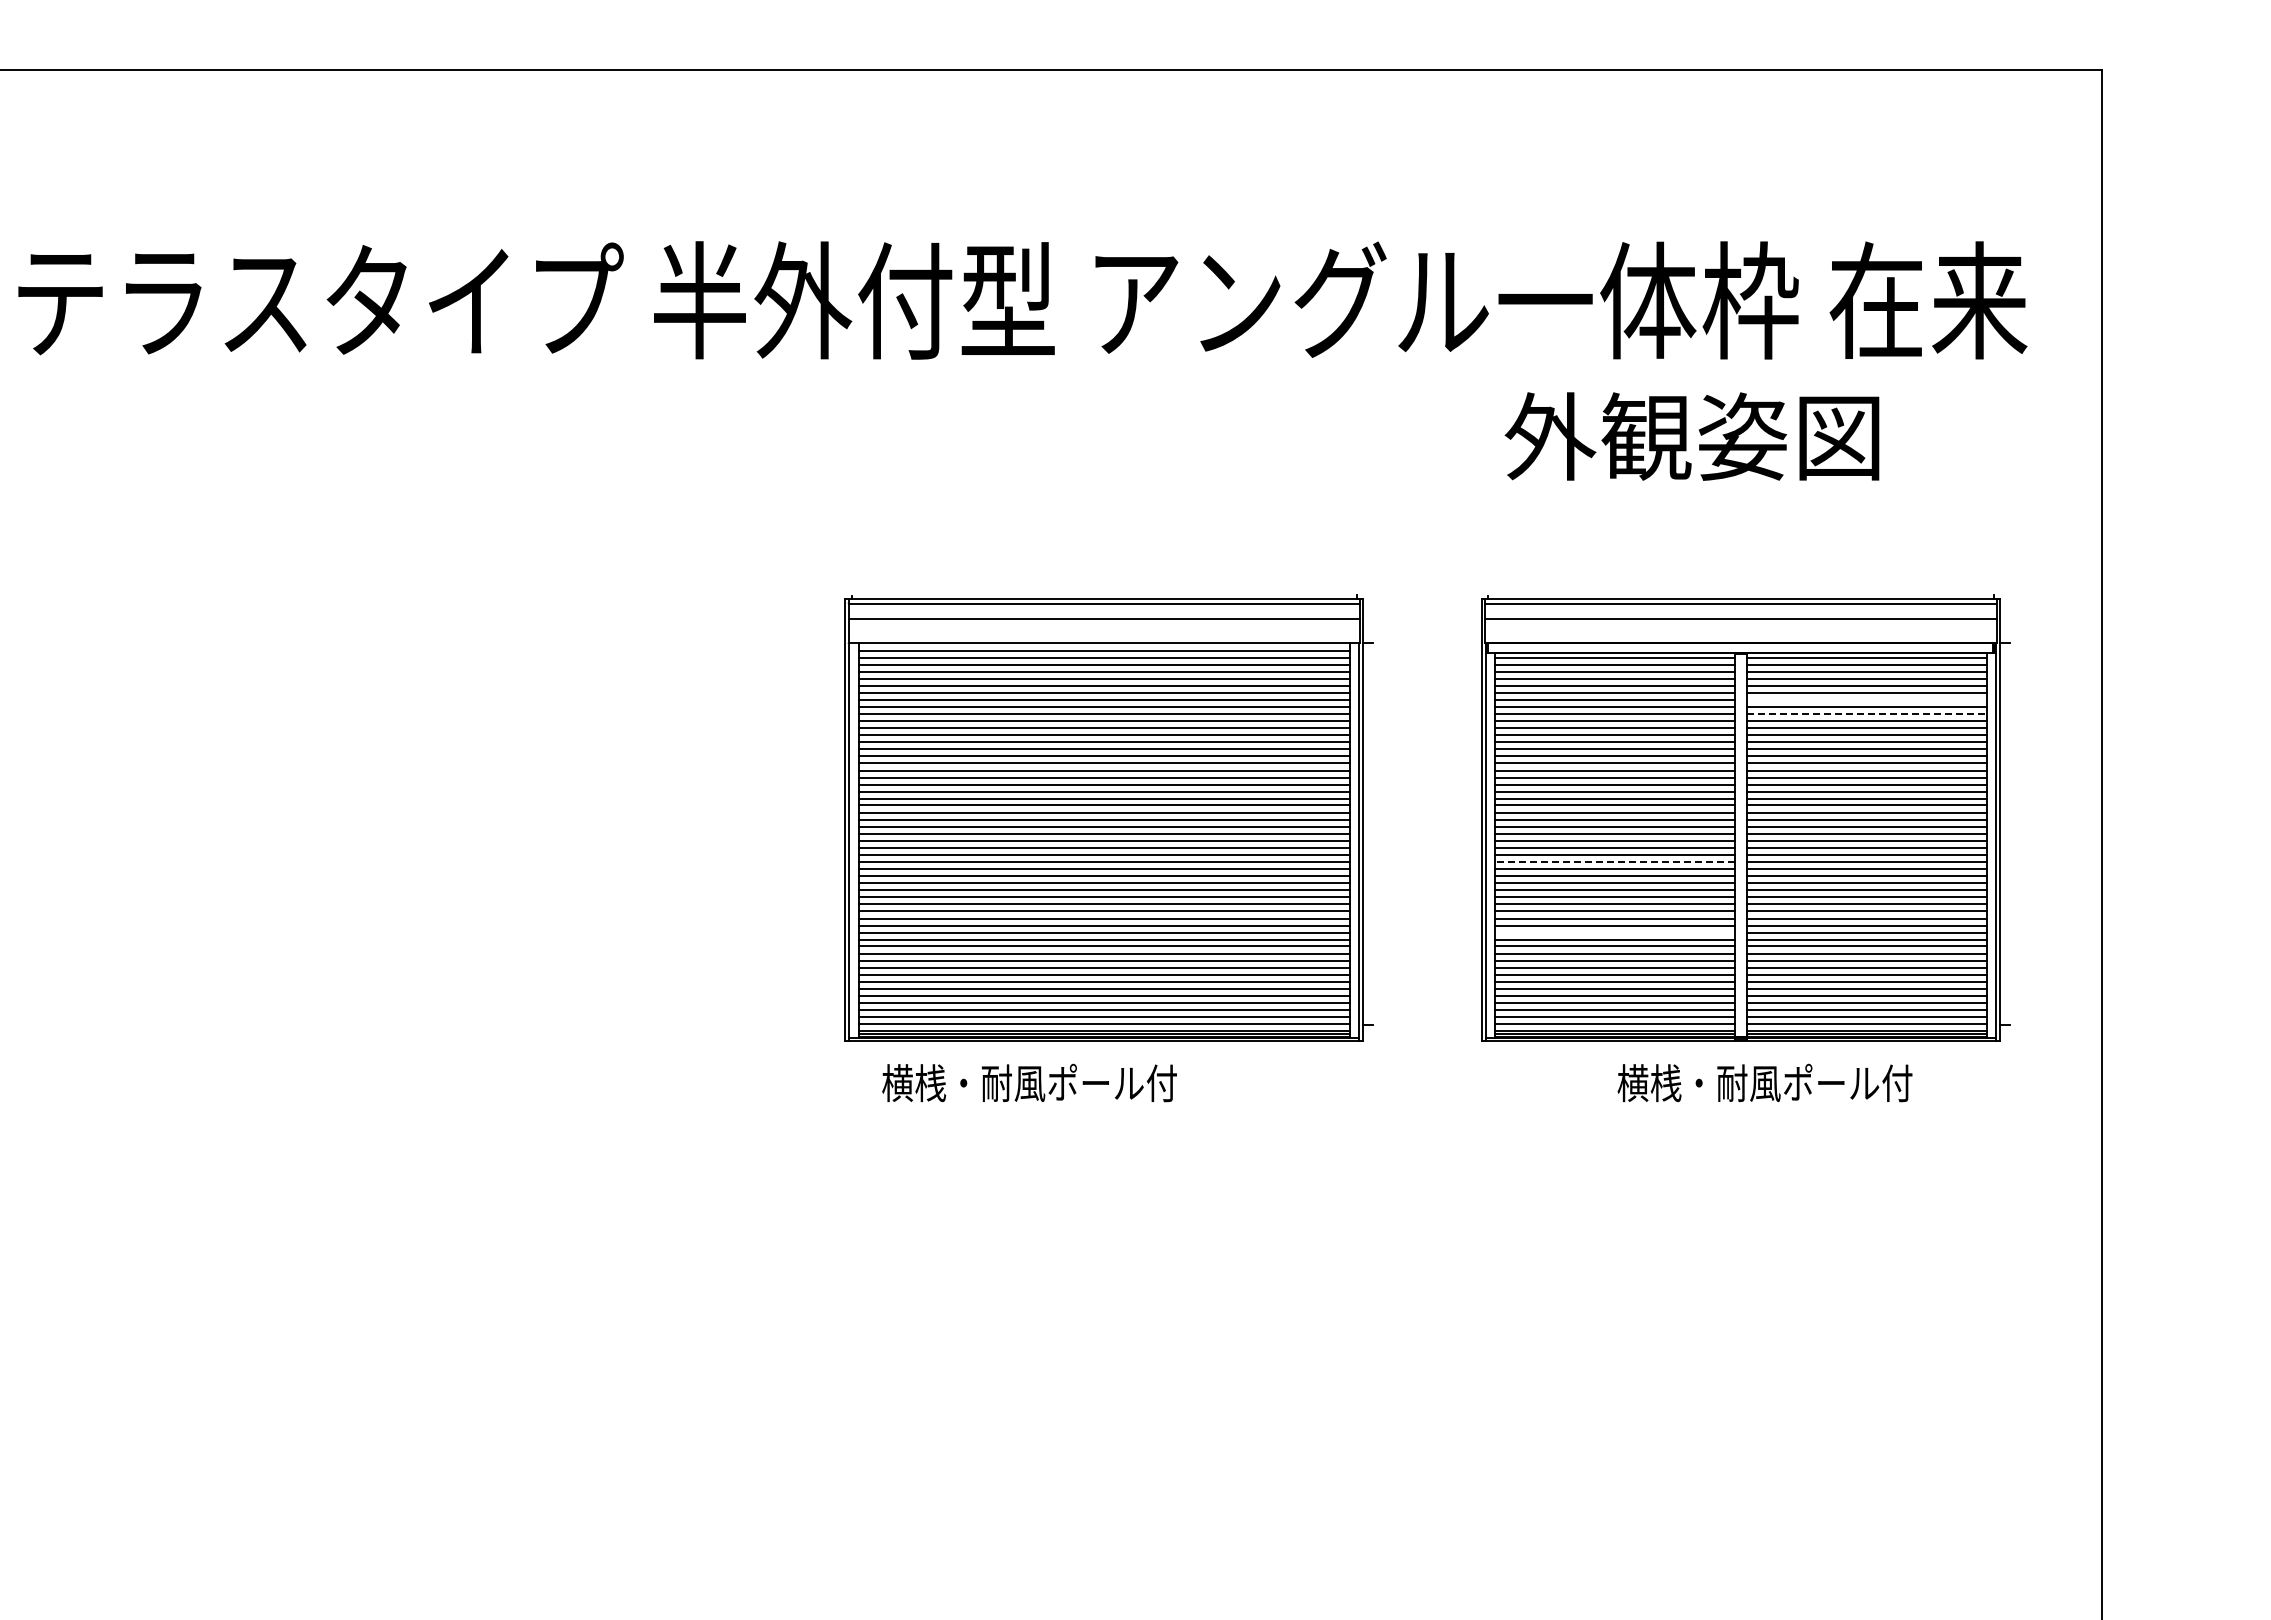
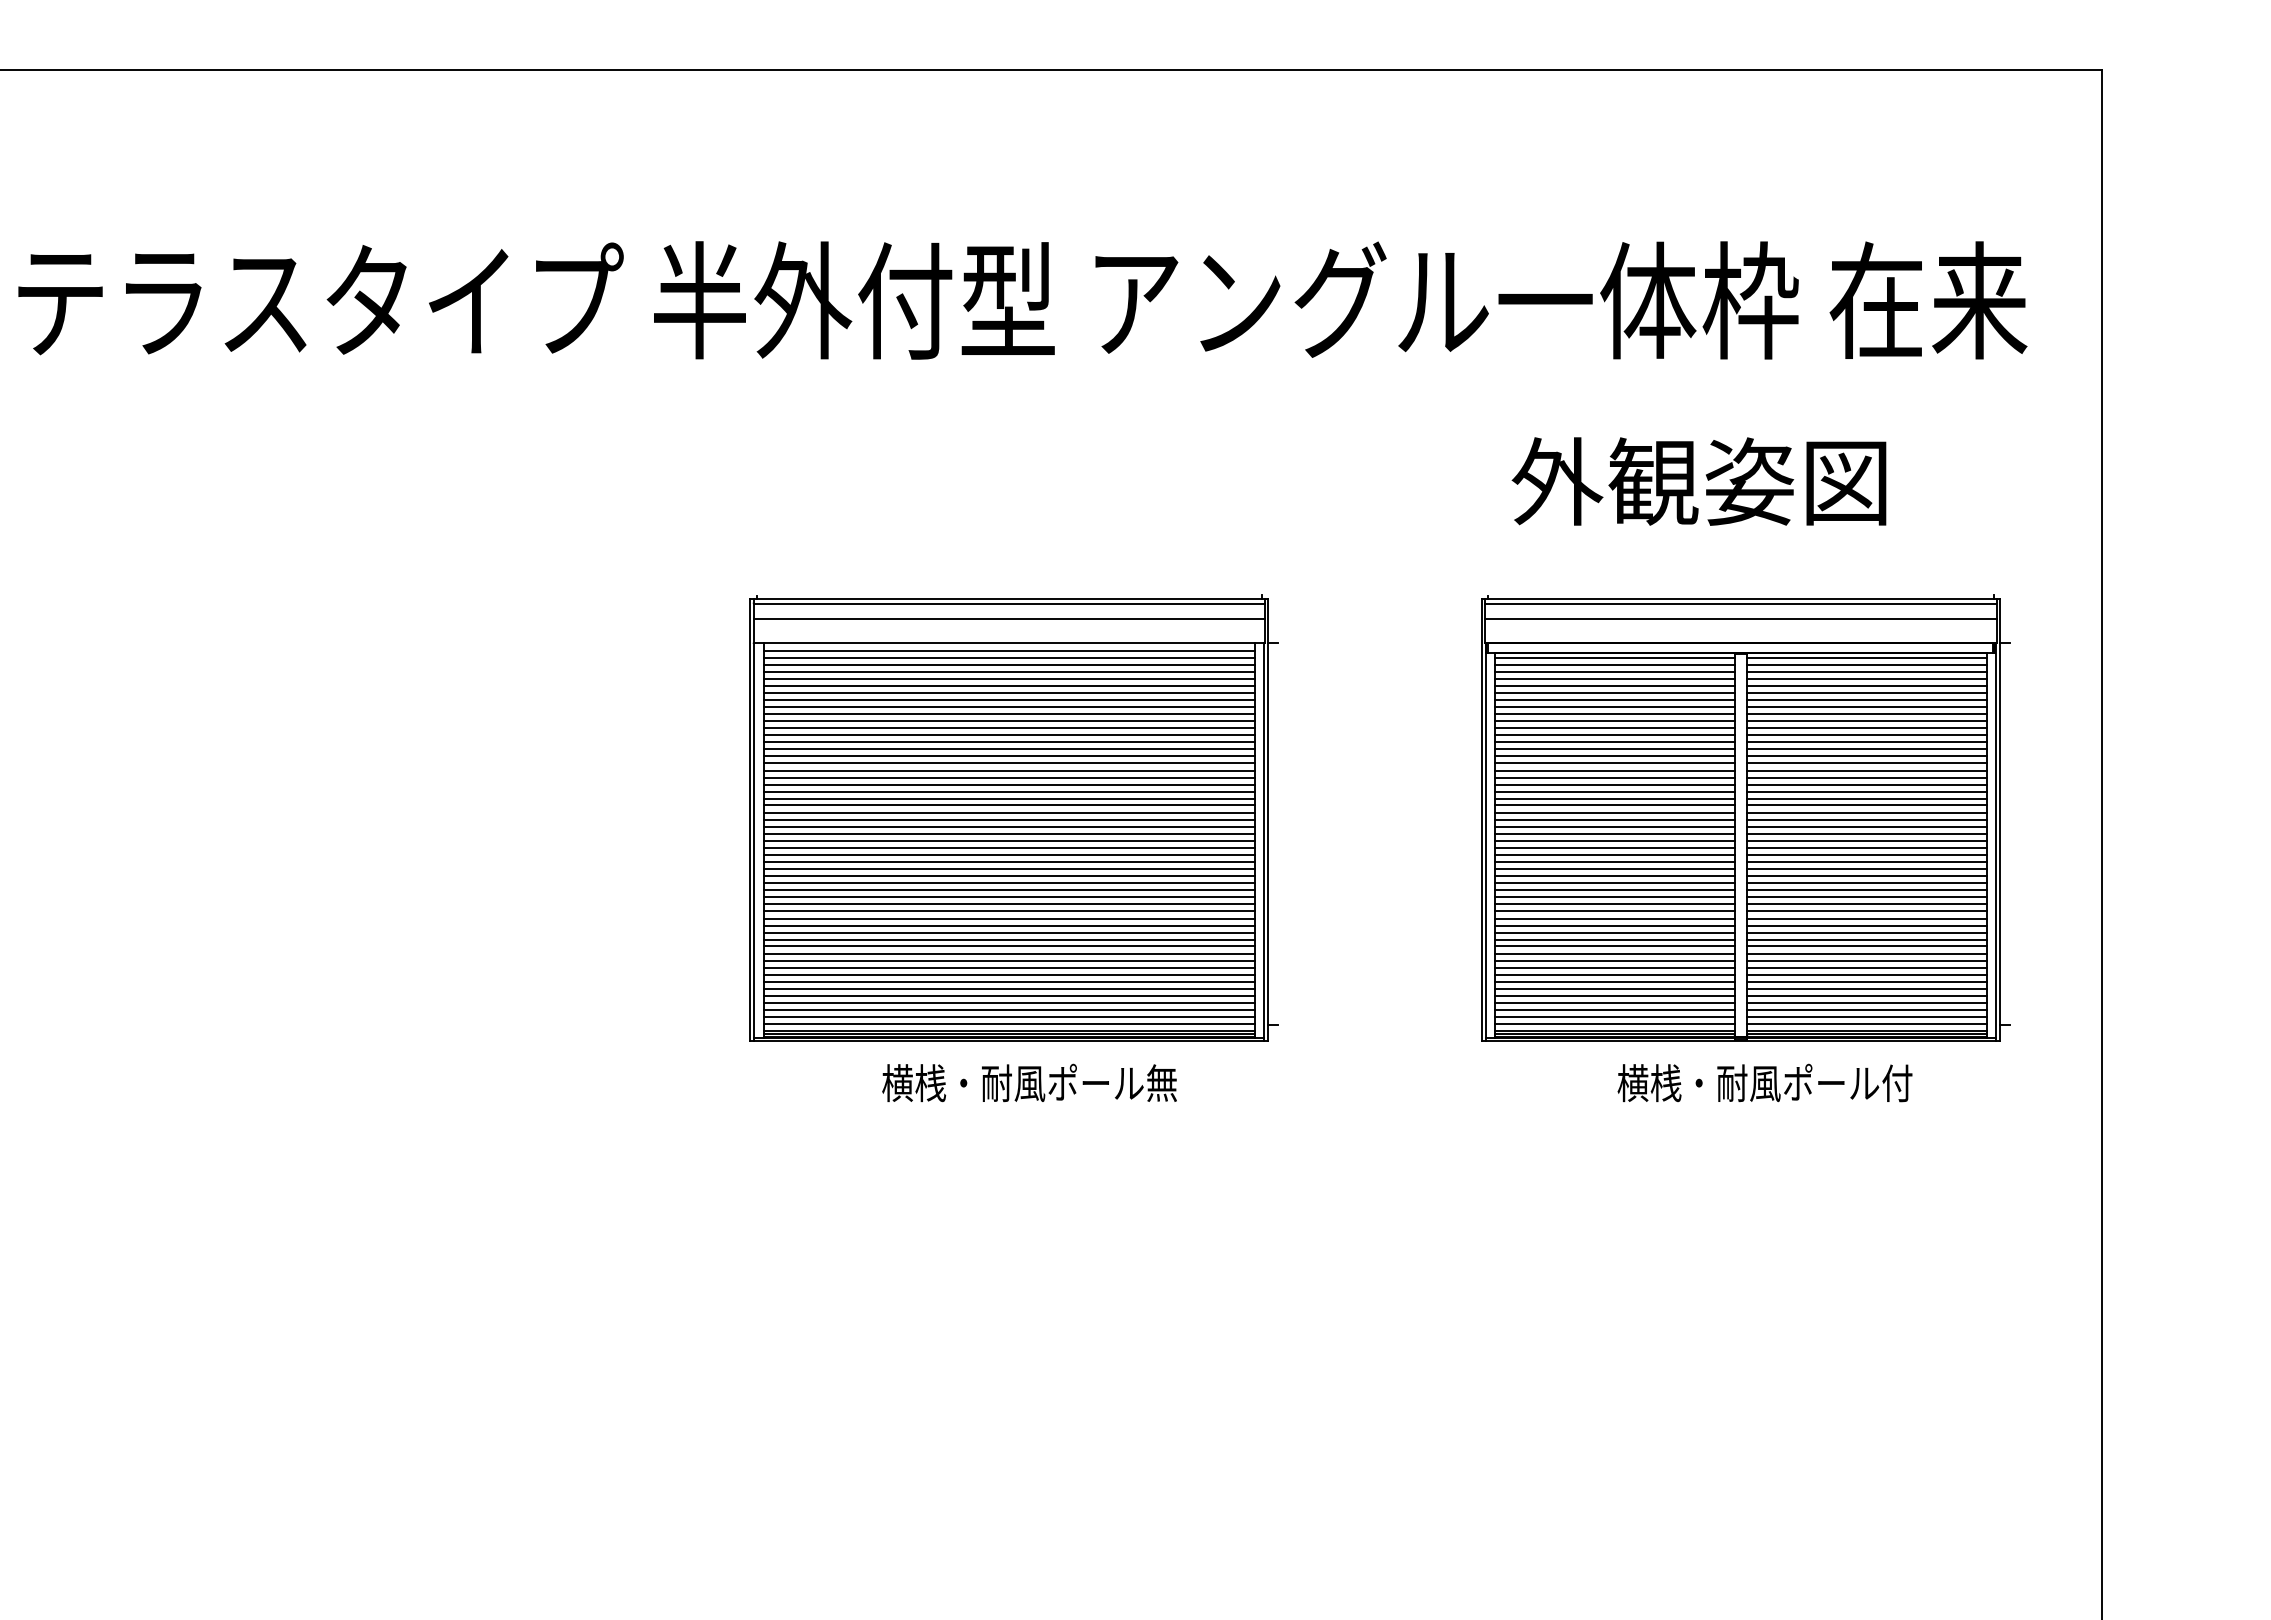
text at (1691, 436) position: (1691, 436) -> (1698, 481)
line at (1866, 699): none -> present
line at (1866, 713): dashed -> solid
part at (1108, 817) position: (1108, 817) -> (1013, 817)
line at (1615, 862): dashed -> solid
line at (1614, 932): none -> present
text at (1161, 1083): 横桟・耐風ポール付 -> 横桟・耐風ポール無
